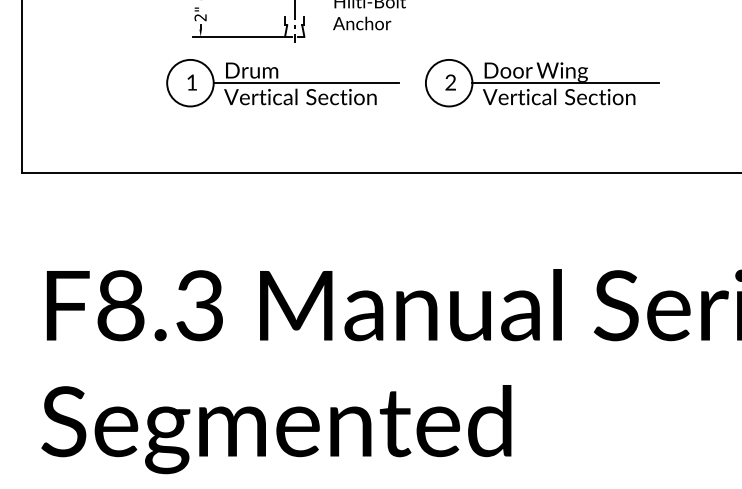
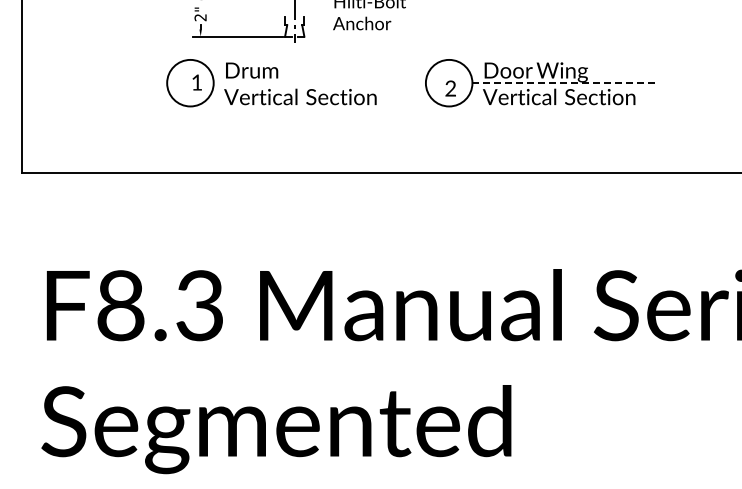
text at (191, 82) position: (191, 82) -> (196, 82)
text at (450, 82) position: (450, 82) -> (450, 88)
line at (305, 83): present -> none
line at (566, 83): solid -> dashed
